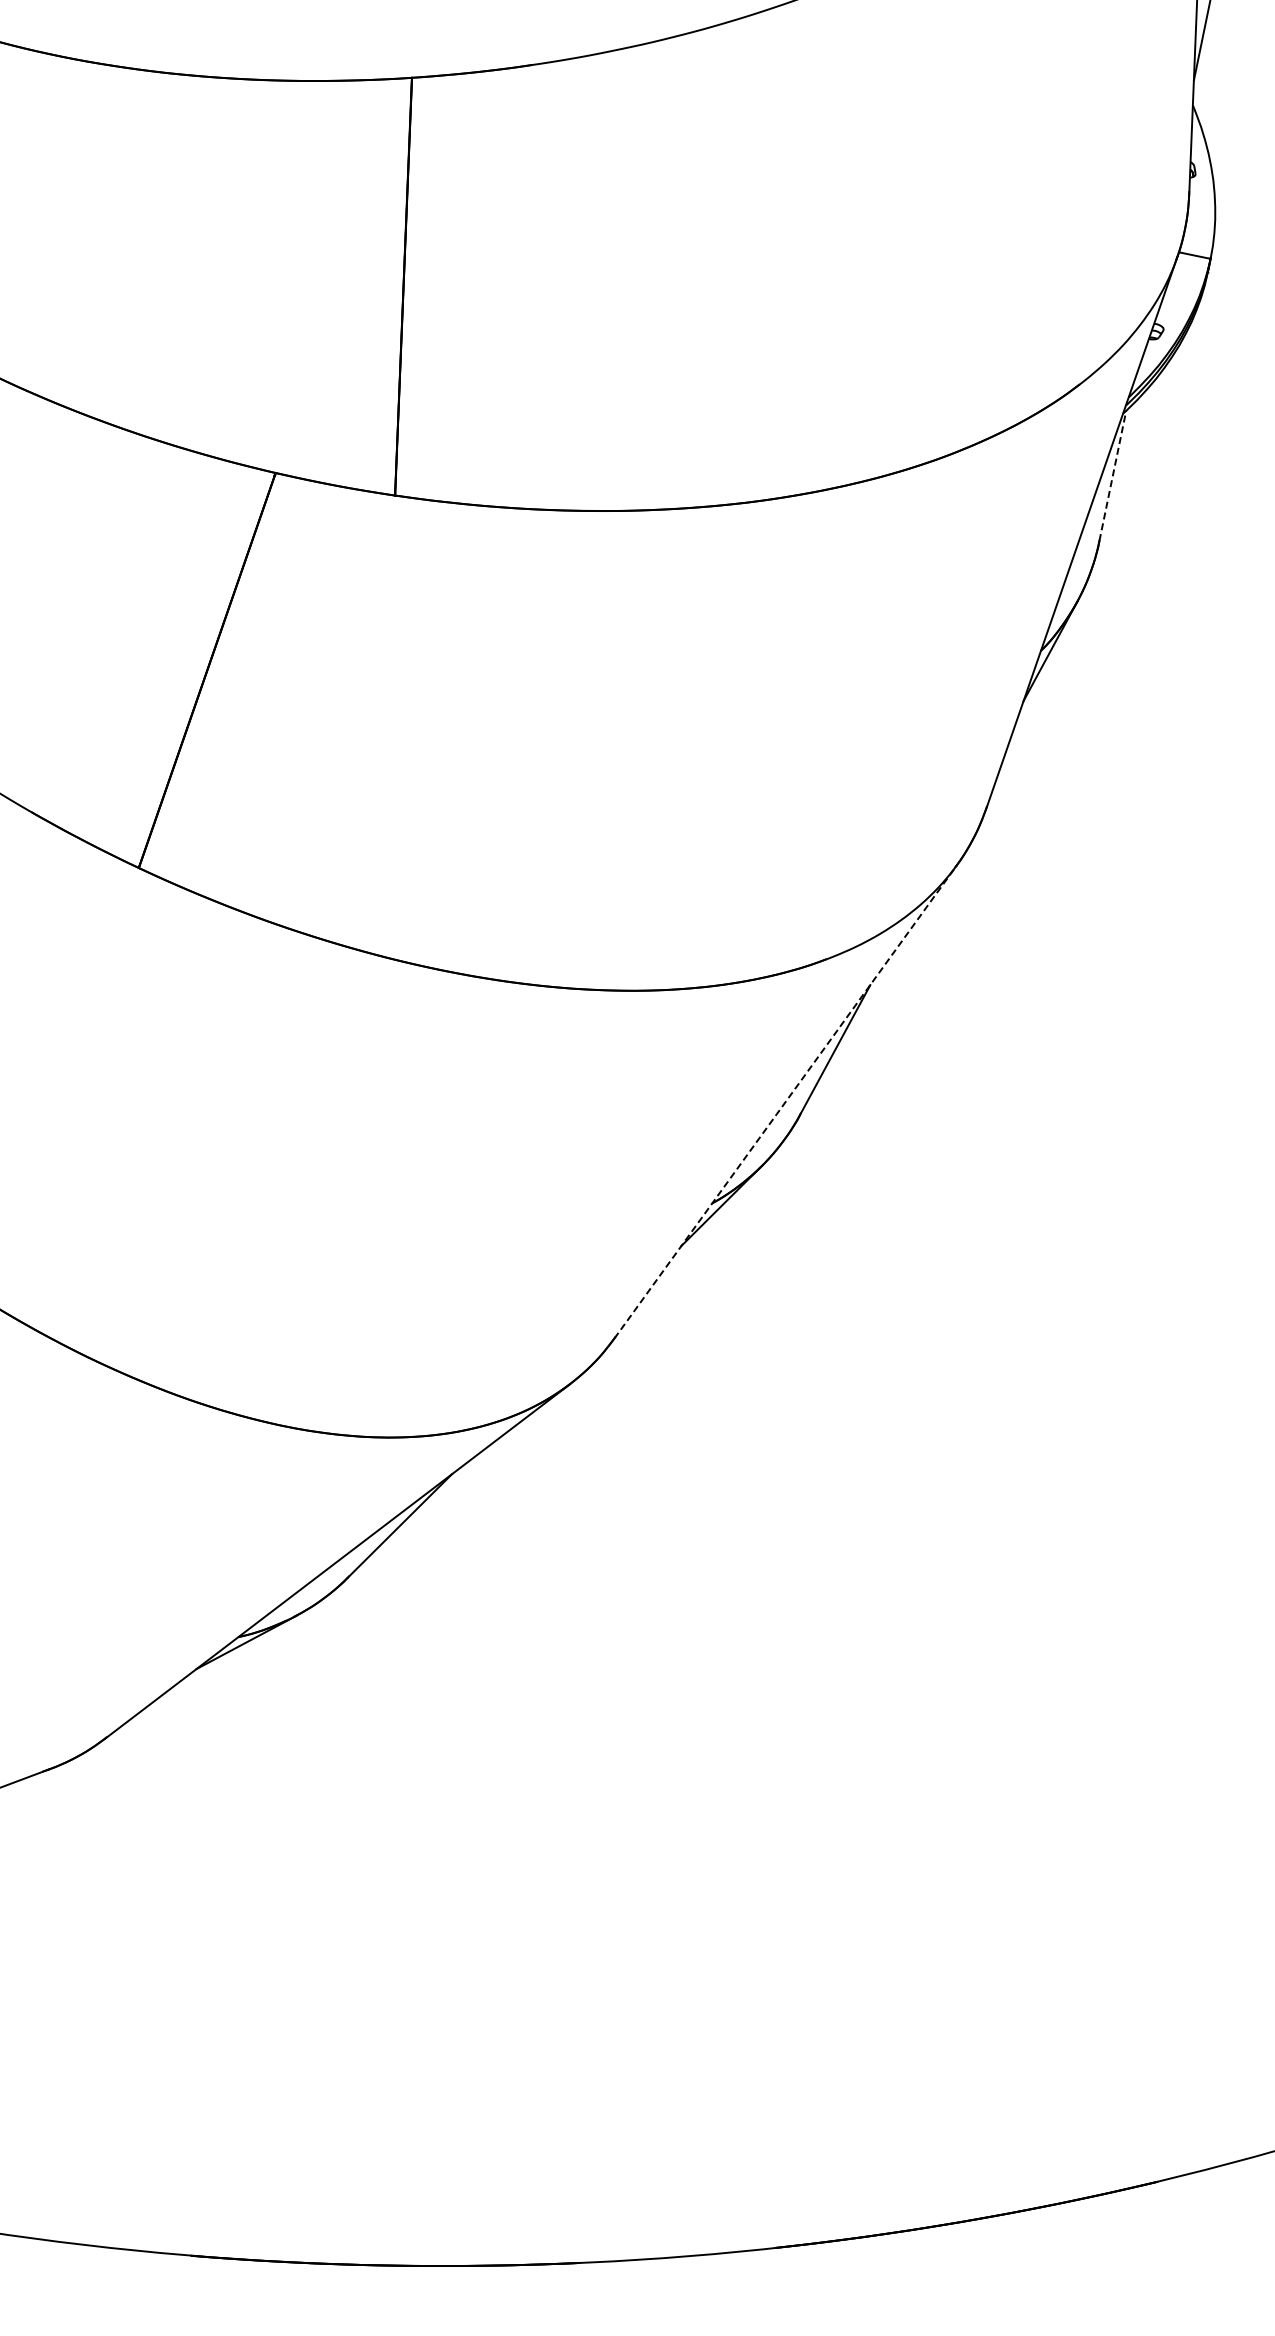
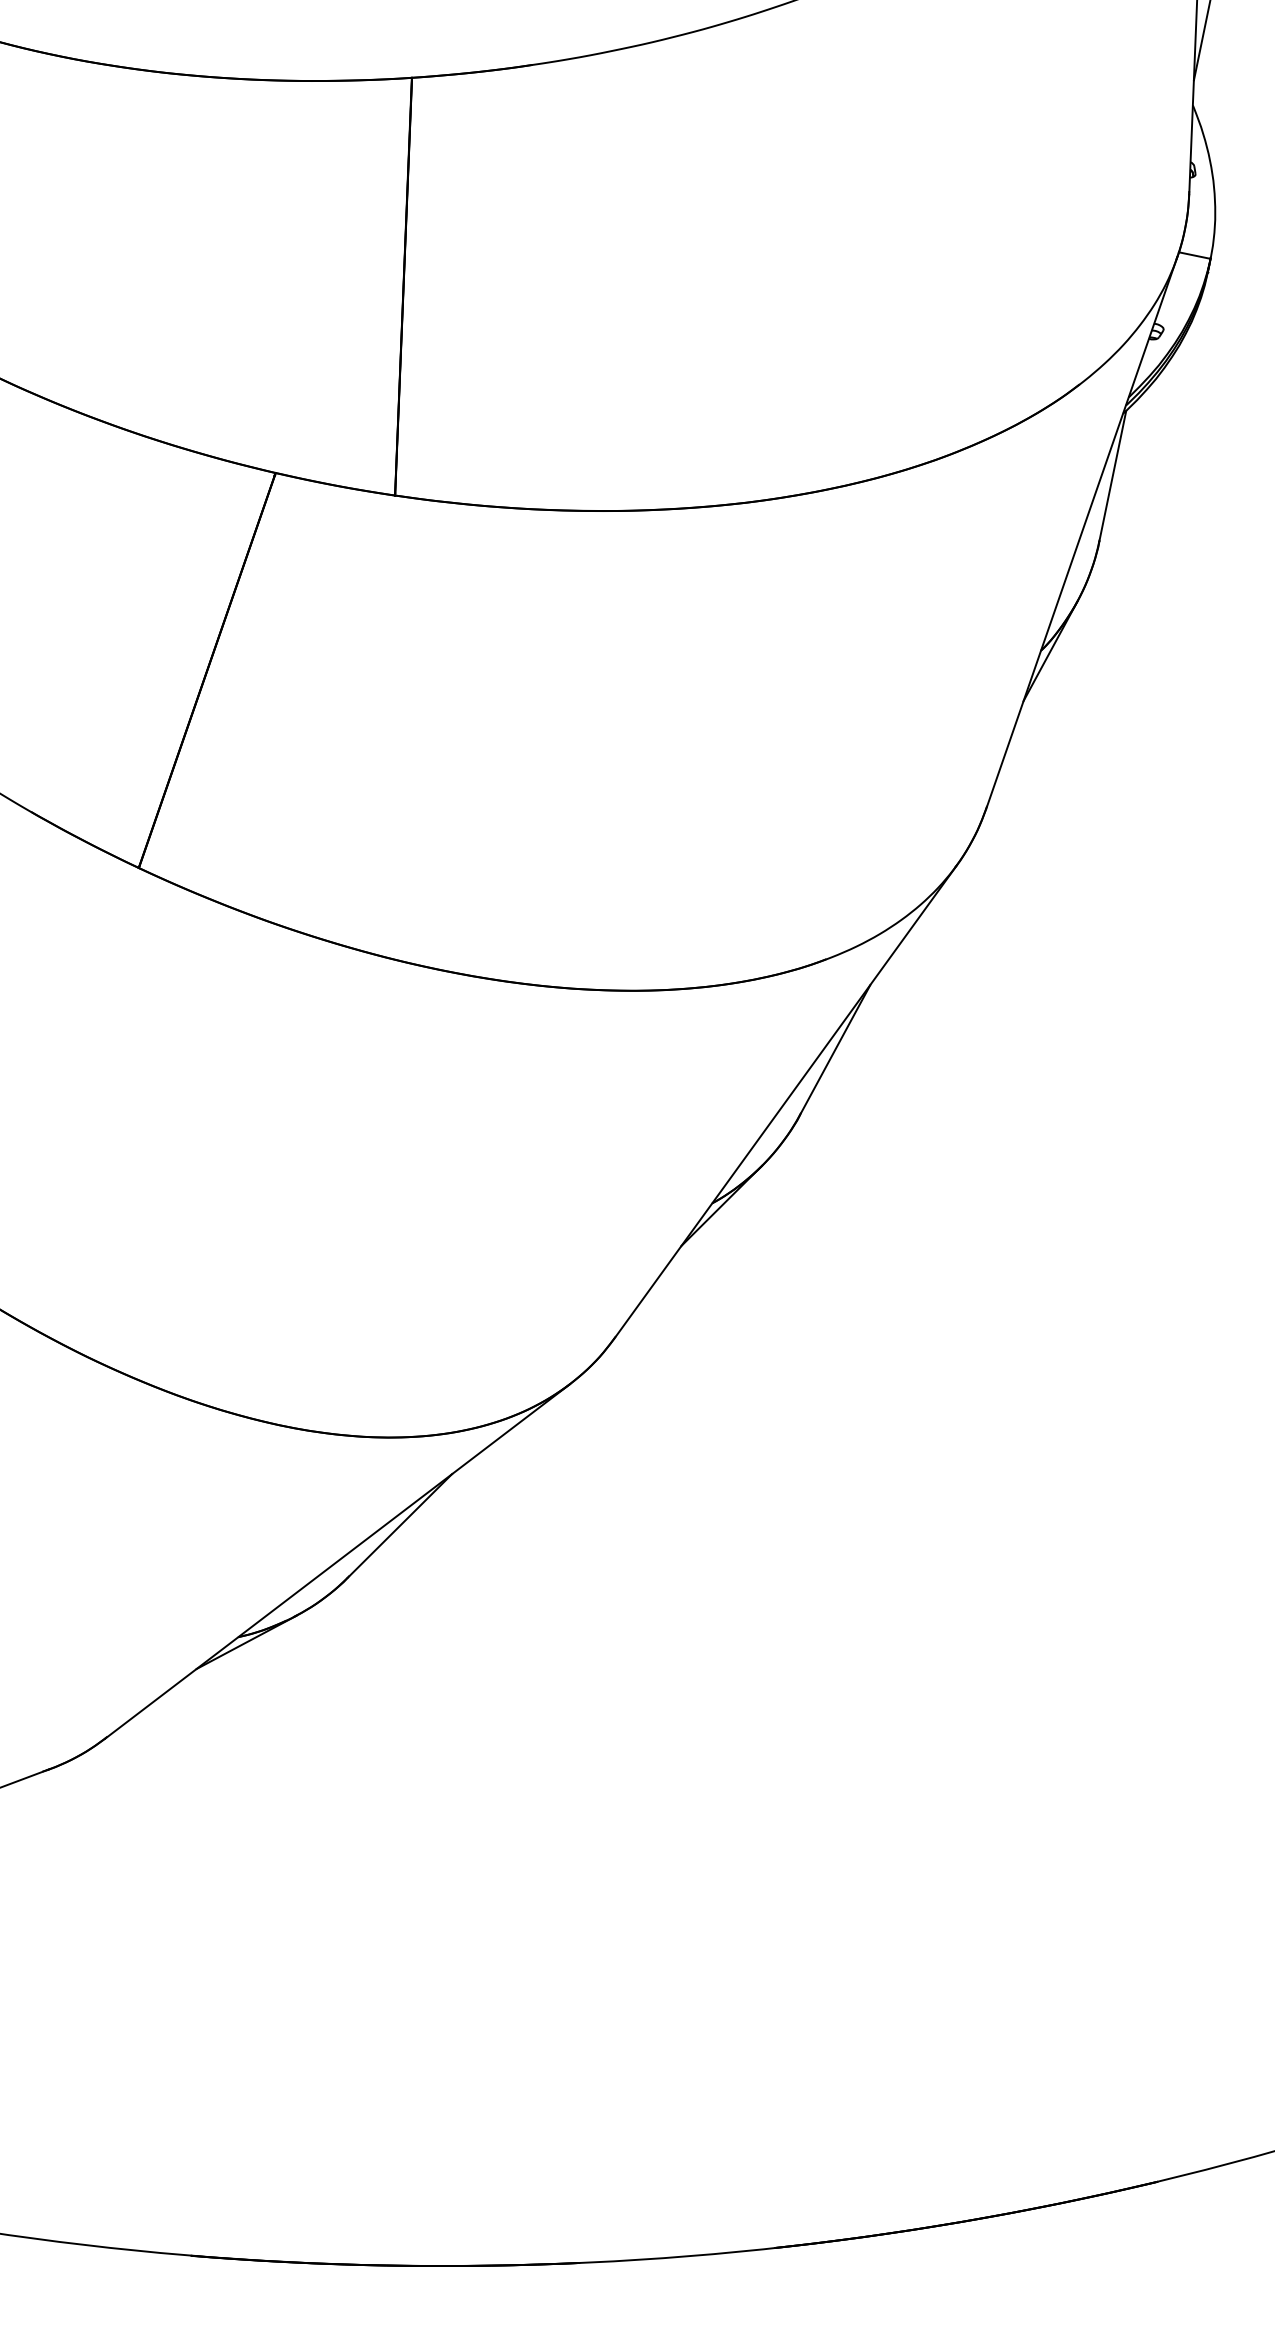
line at (1112, 475): dashed -> solid
line at (785, 1101): dashed -> solid
